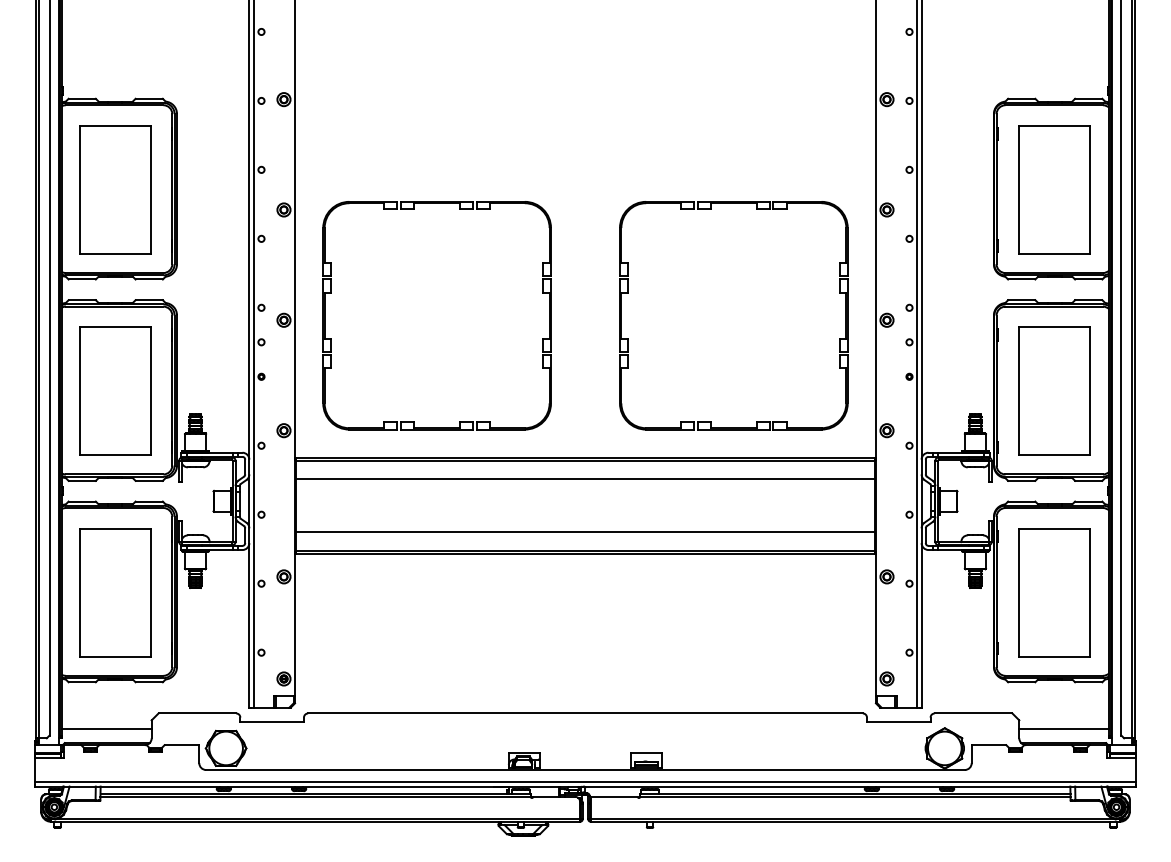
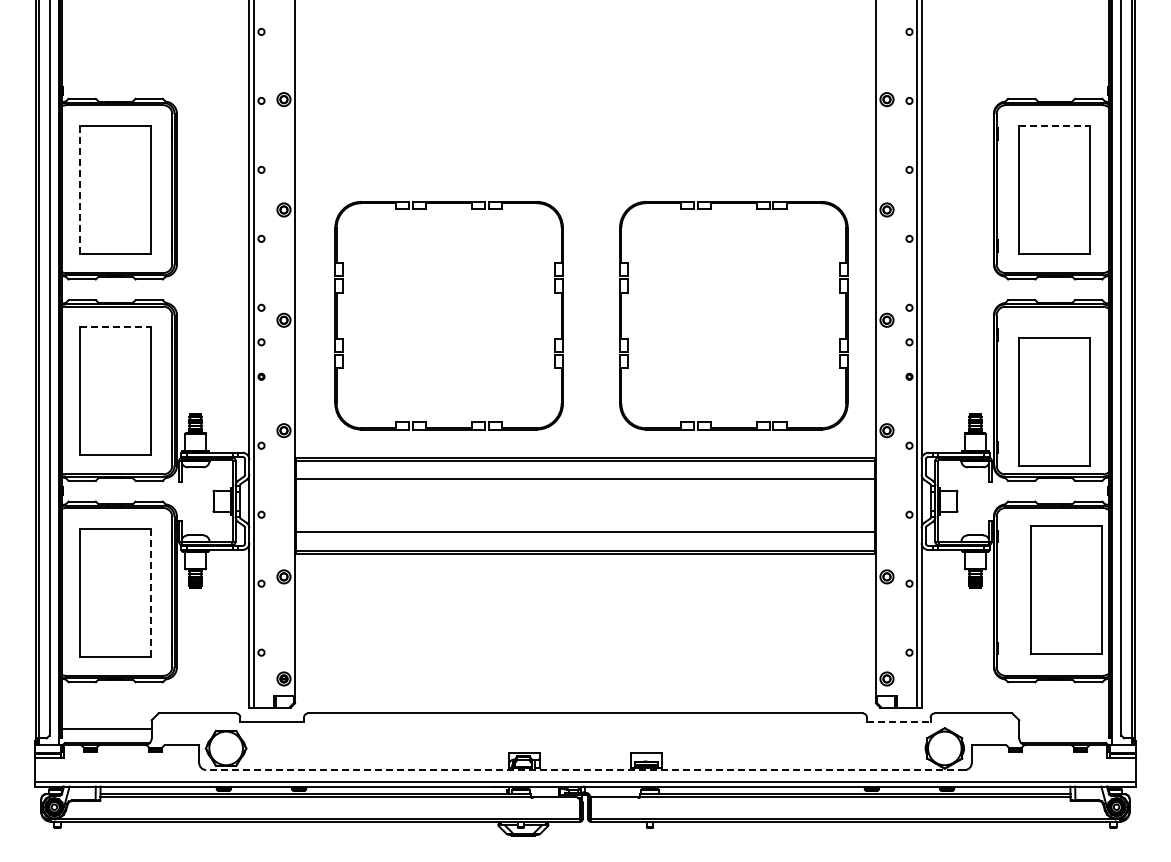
line at (1055, 125): solid -> dashed
line at (79, 189): solid -> dashed
part at (331, 293) position: (331, 293) -> (343, 293)
line at (115, 327): solid -> dashed
part at (1054, 390) position: (1054, 390) -> (1054, 401)
part at (1054, 592) position: (1054, 592) -> (1066, 589)
line at (150, 593): solid -> dashed
line at (898, 722): solid -> dashed
line at (1064, 729): present -> none
line at (585, 770): solid -> dashed
